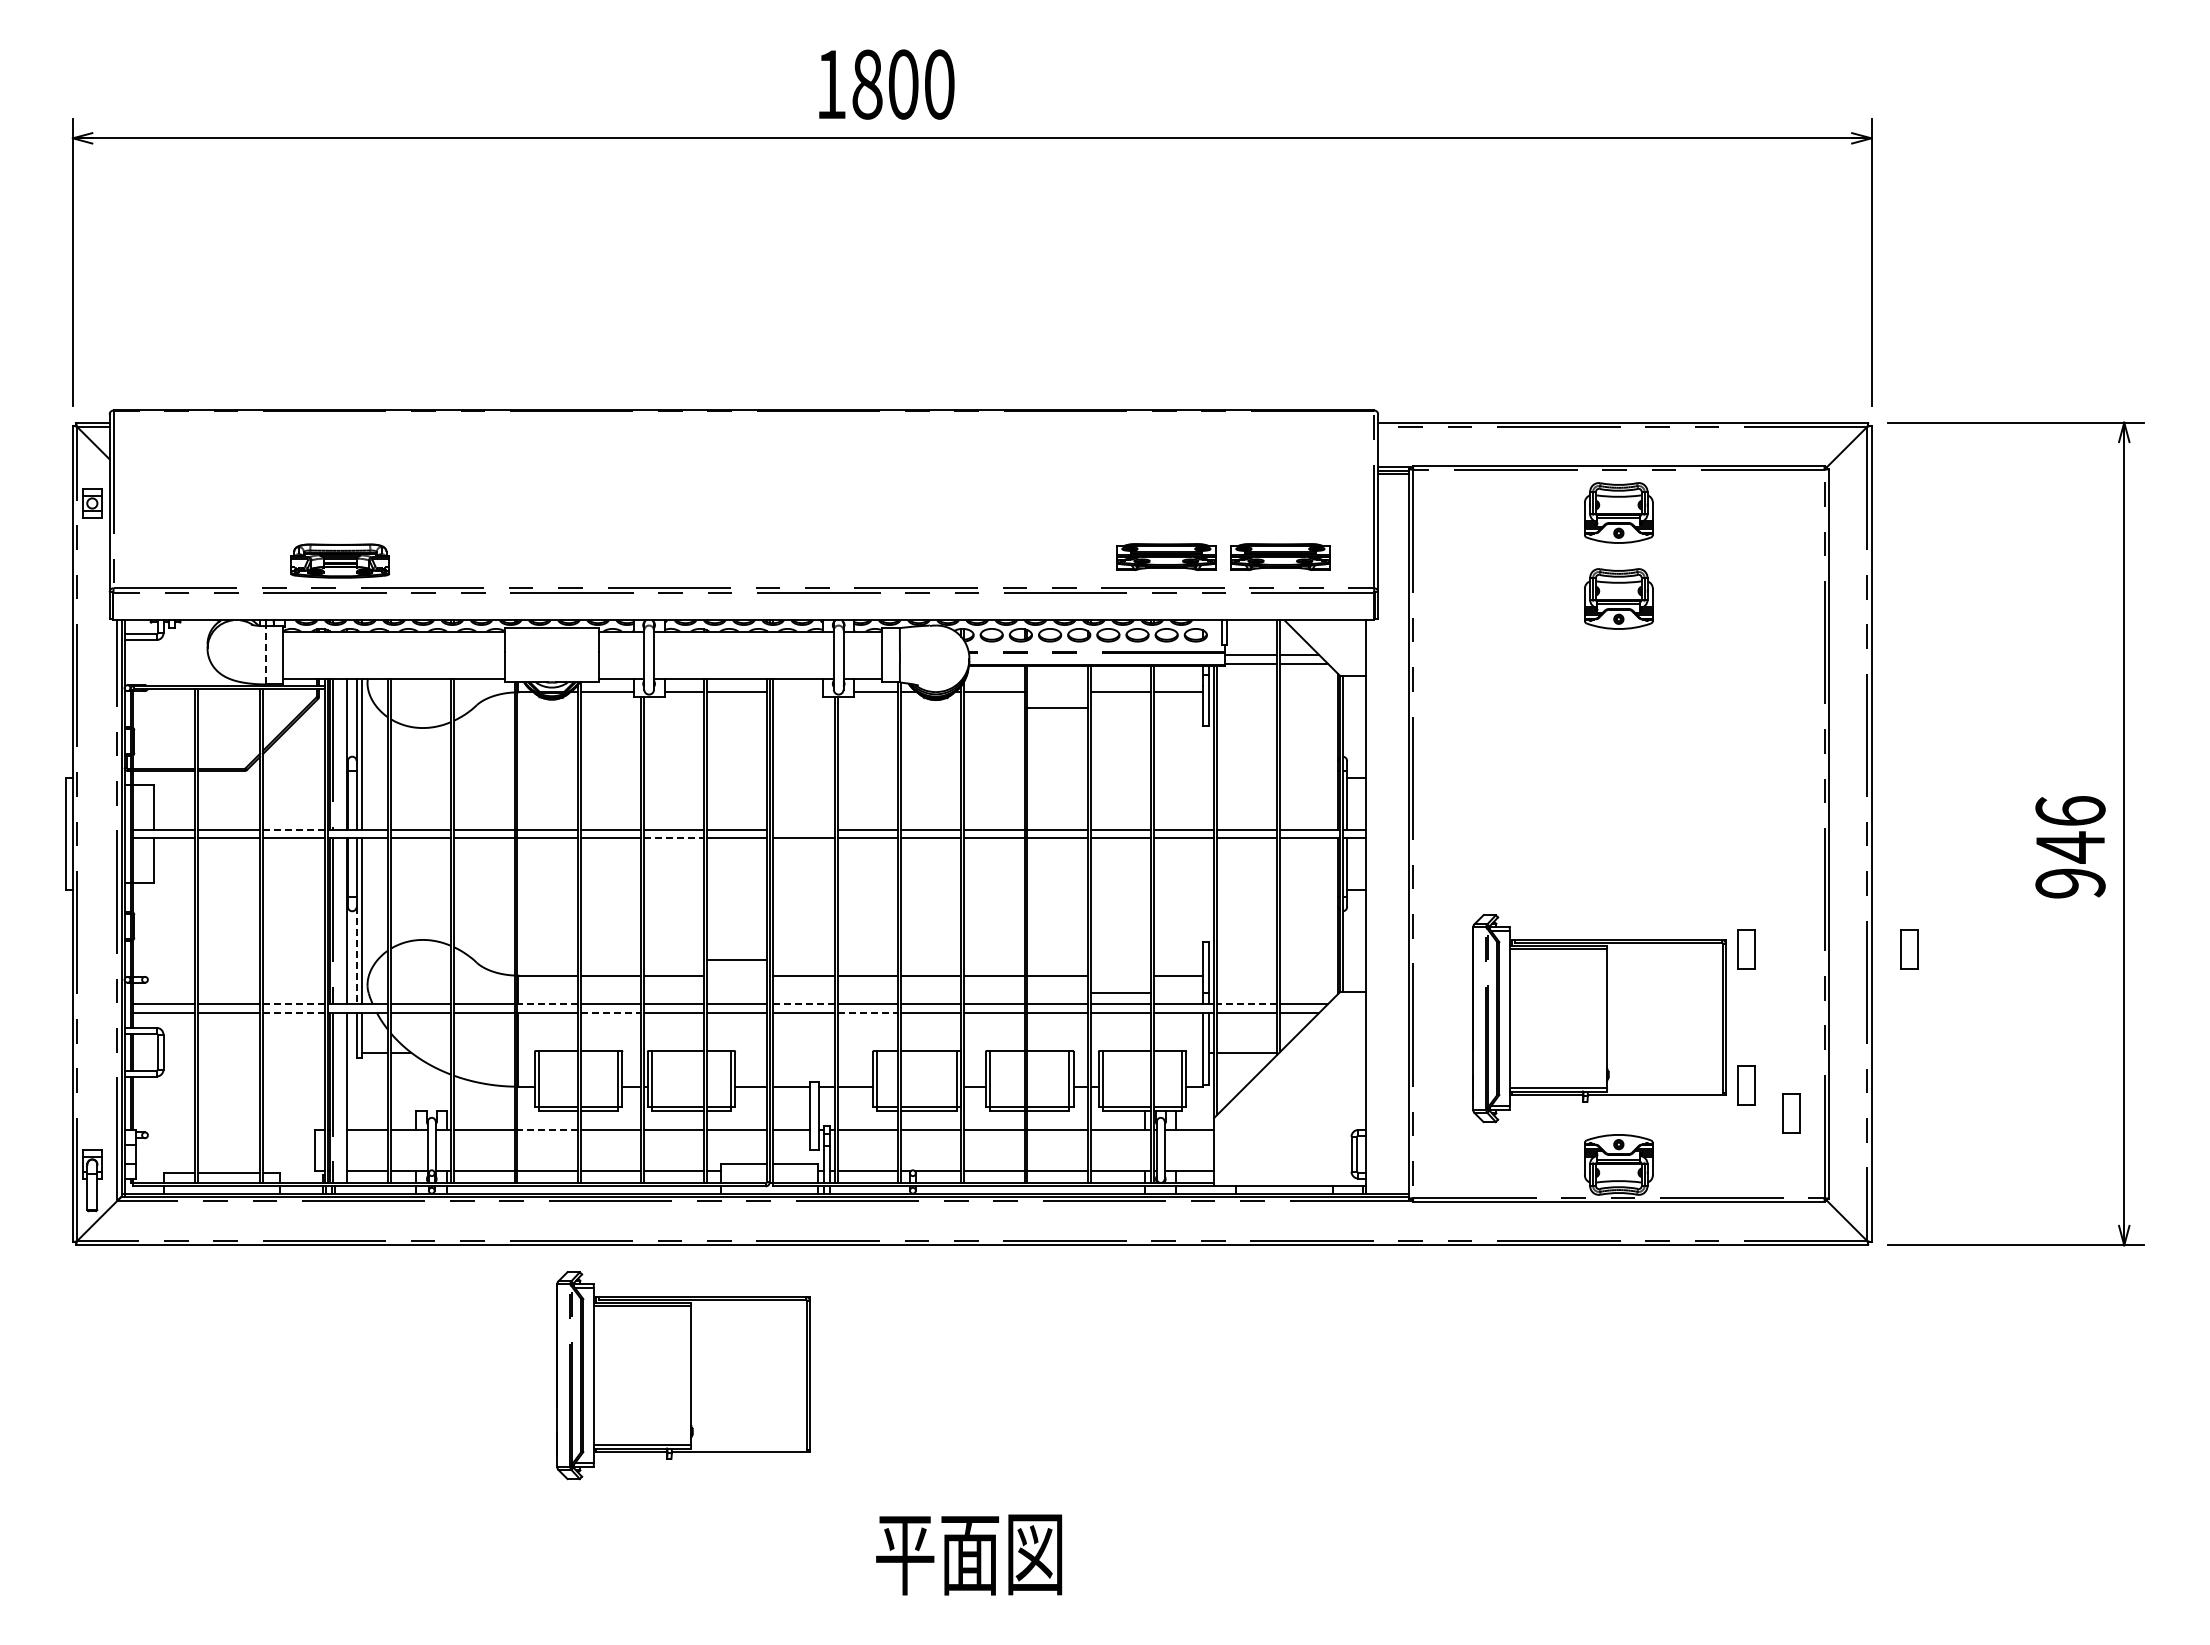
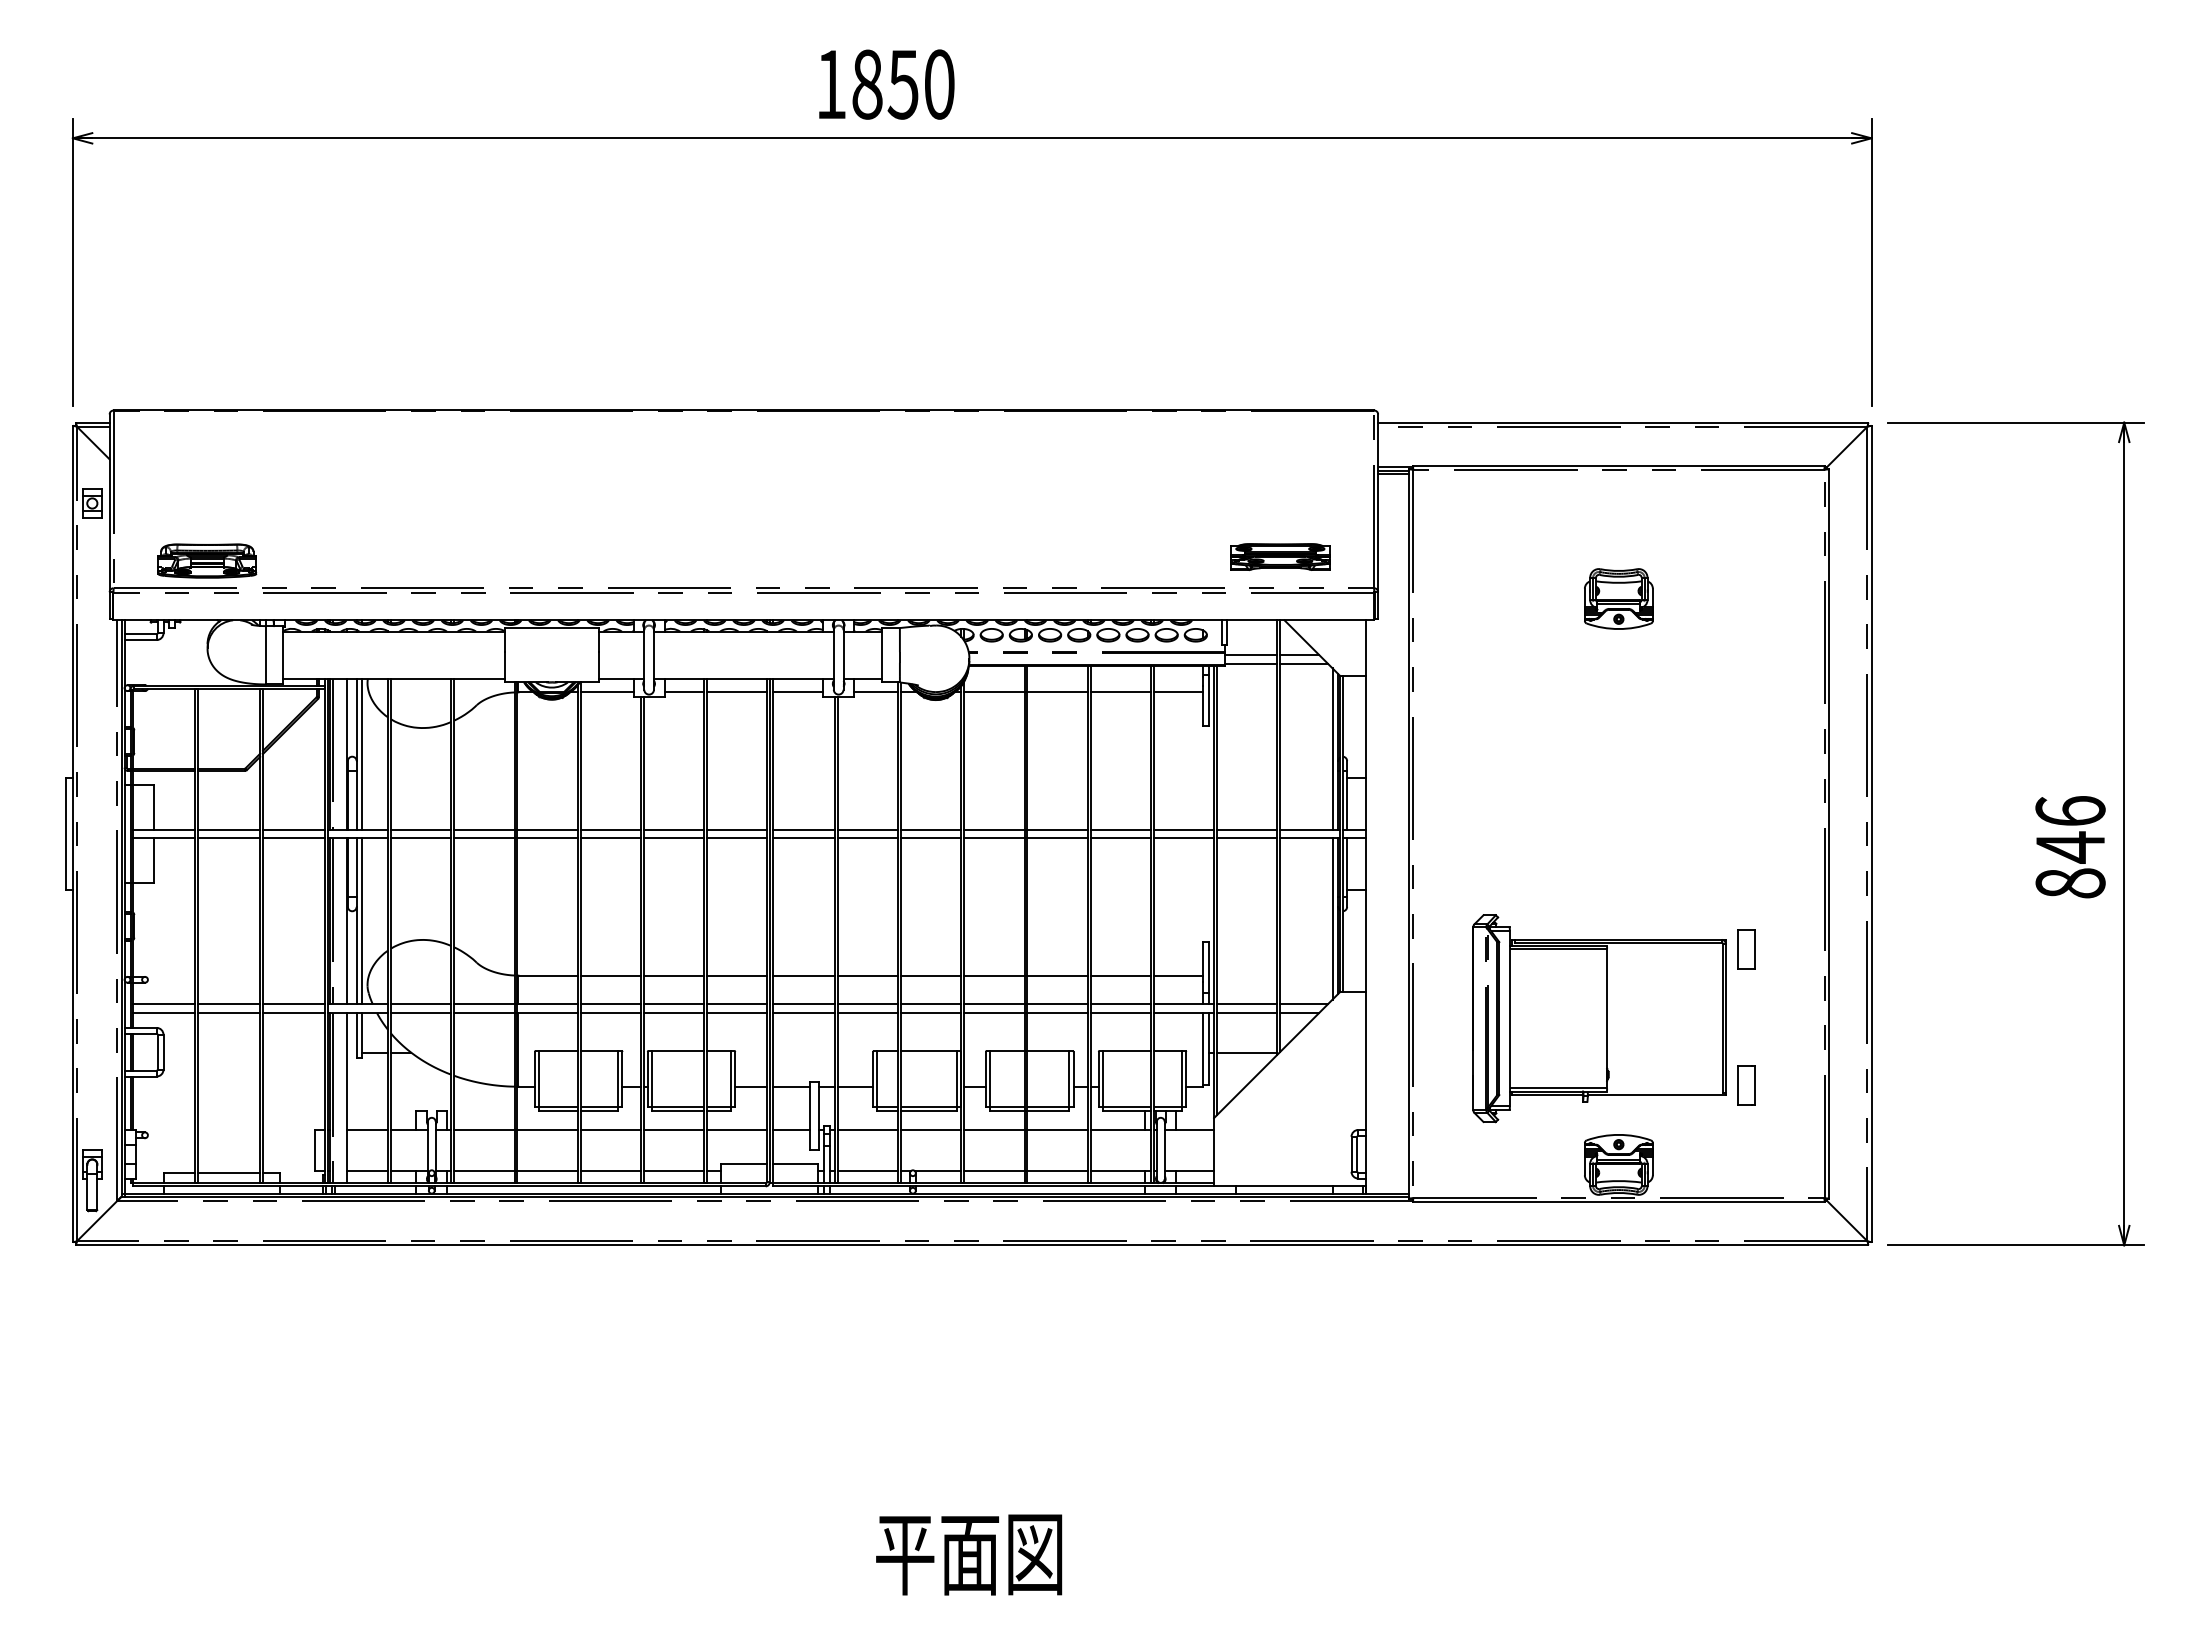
text at (902, 84): 1800 -> 1850
part at (1618, 512): present -> none
part at (1166, 556): present -> none
part at (340, 560) position: (340, 560) -> (207, 560)
line at (265, 654): dashed -> solid
line at (797, 692): none -> present
line at (1057, 708) position: (1057, 708) -> (1057, 692)
line at (1332, 748): none -> present
line at (294, 829): dashed -> solid
line at (803, 829): none -> present
line at (674, 838): dashed -> solid
text at (2070, 883): 946 -> 846
line at (1332, 918): none -> present
part at (1909, 949): present -> none
line at (356, 955): dashed -> solid
line at (736, 959) position: (736, 959) -> (736, 975)
line at (1120, 992) position: (1120, 992) -> (1120, 975)
line at (294, 1004): dashed -> solid
line at (547, 1004): dashed -> solid
line at (803, 1004): dashed -> solid
line at (1246, 1004): dashed -> solid
line at (294, 1013): dashed -> solid
line at (611, 1013): dashed -> solid
line at (868, 1013): dashed -> solid
part at (1791, 1113): present -> none
line at (547, 1129): dashed -> solid
part at (683, 1375): present -> none
